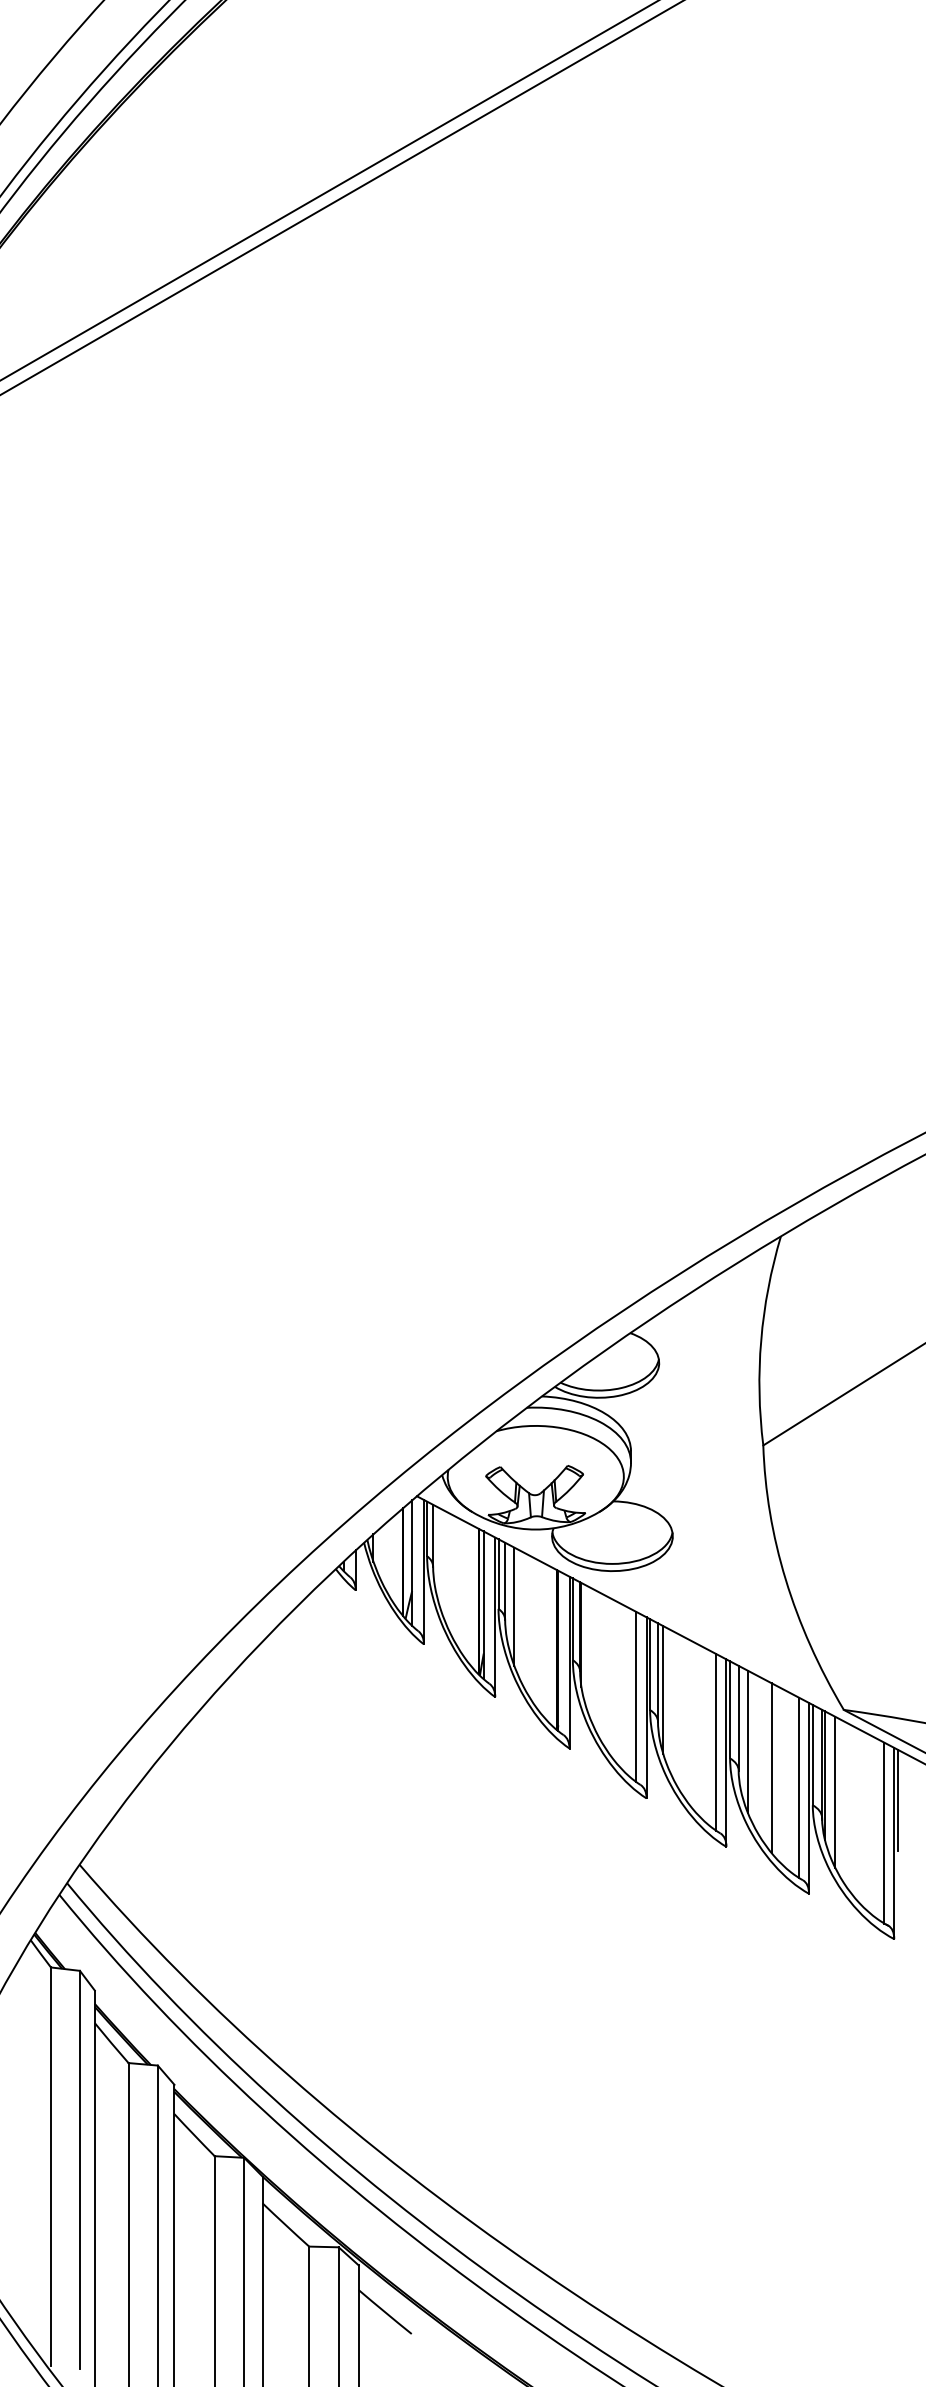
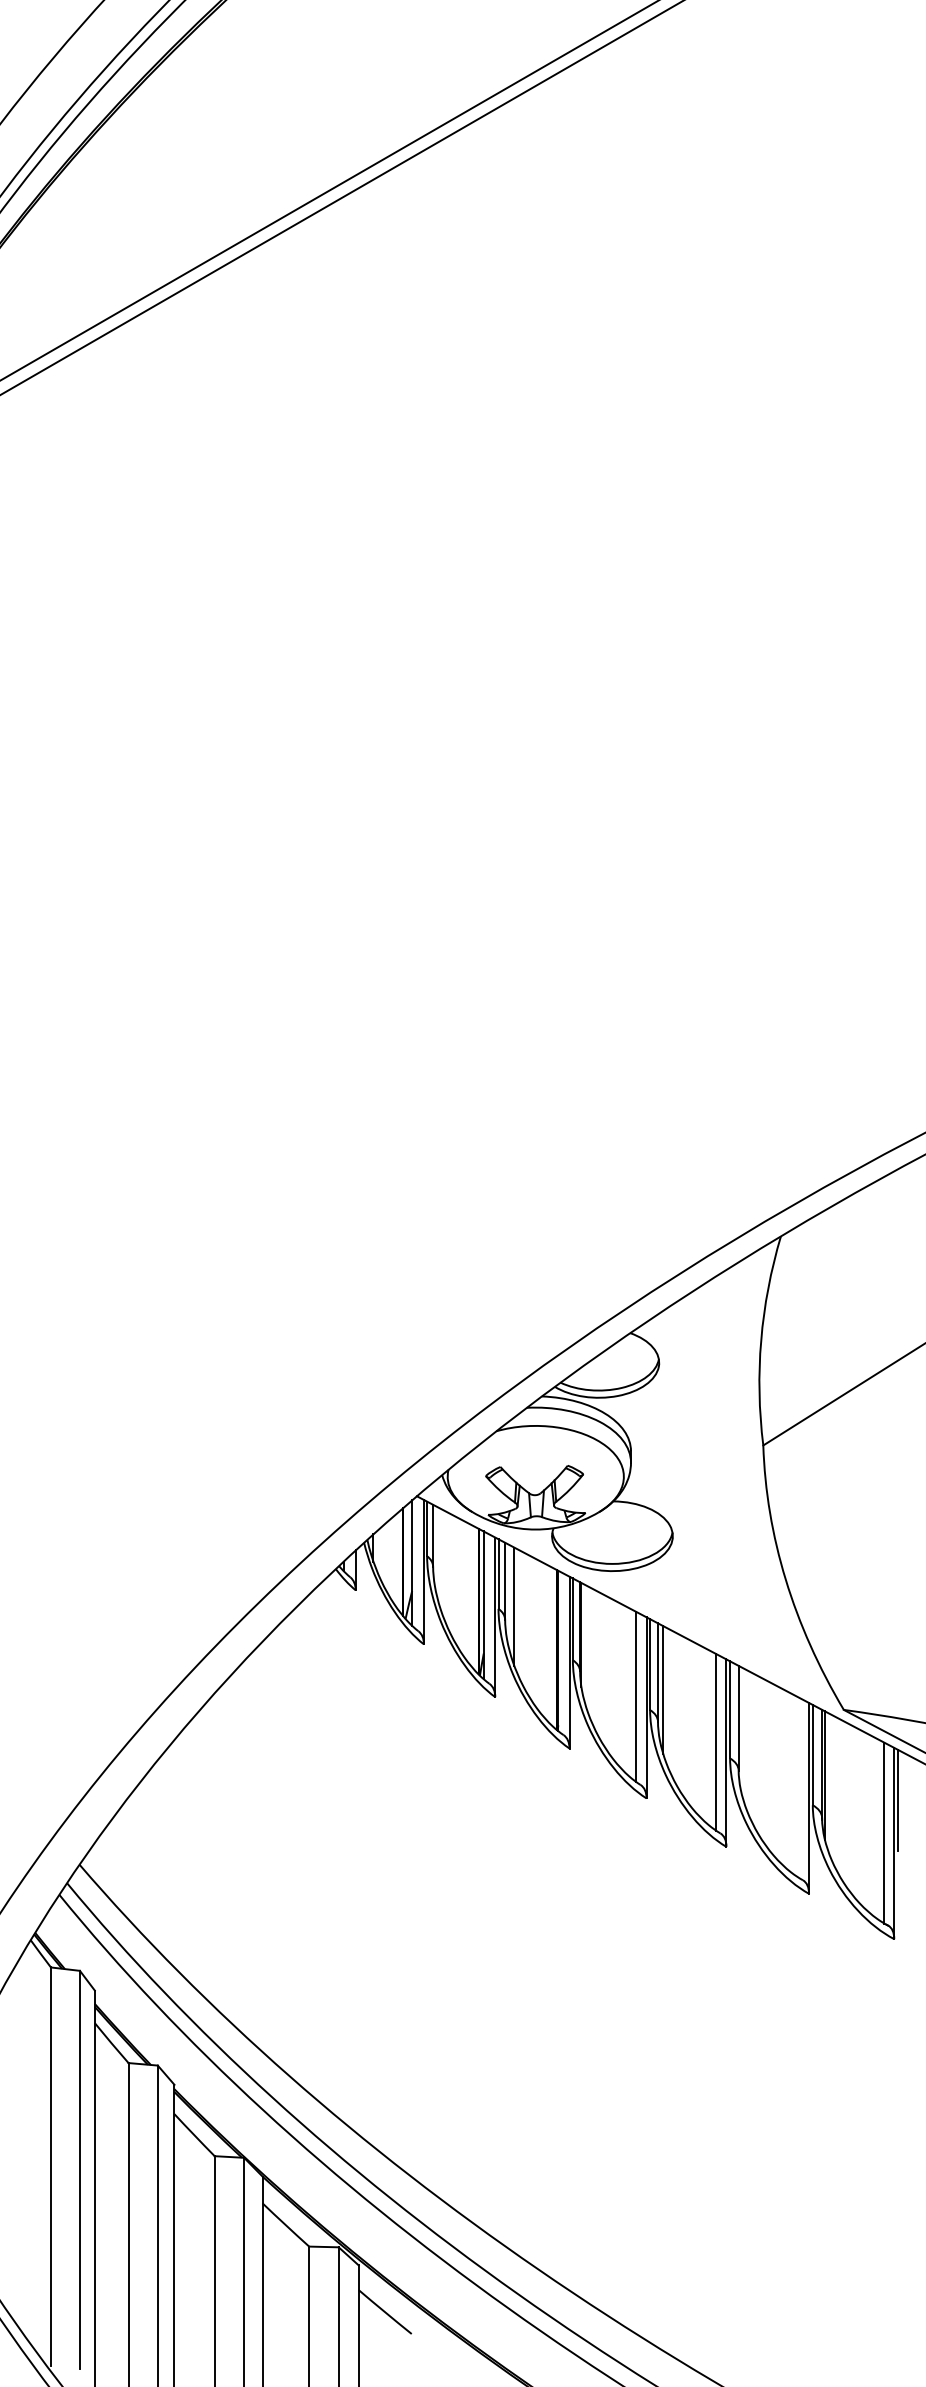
line at (747, 1741): present -> none
line at (771, 1768): present -> none
line at (798, 1787): present -> none
line at (835, 1791): present -> none
